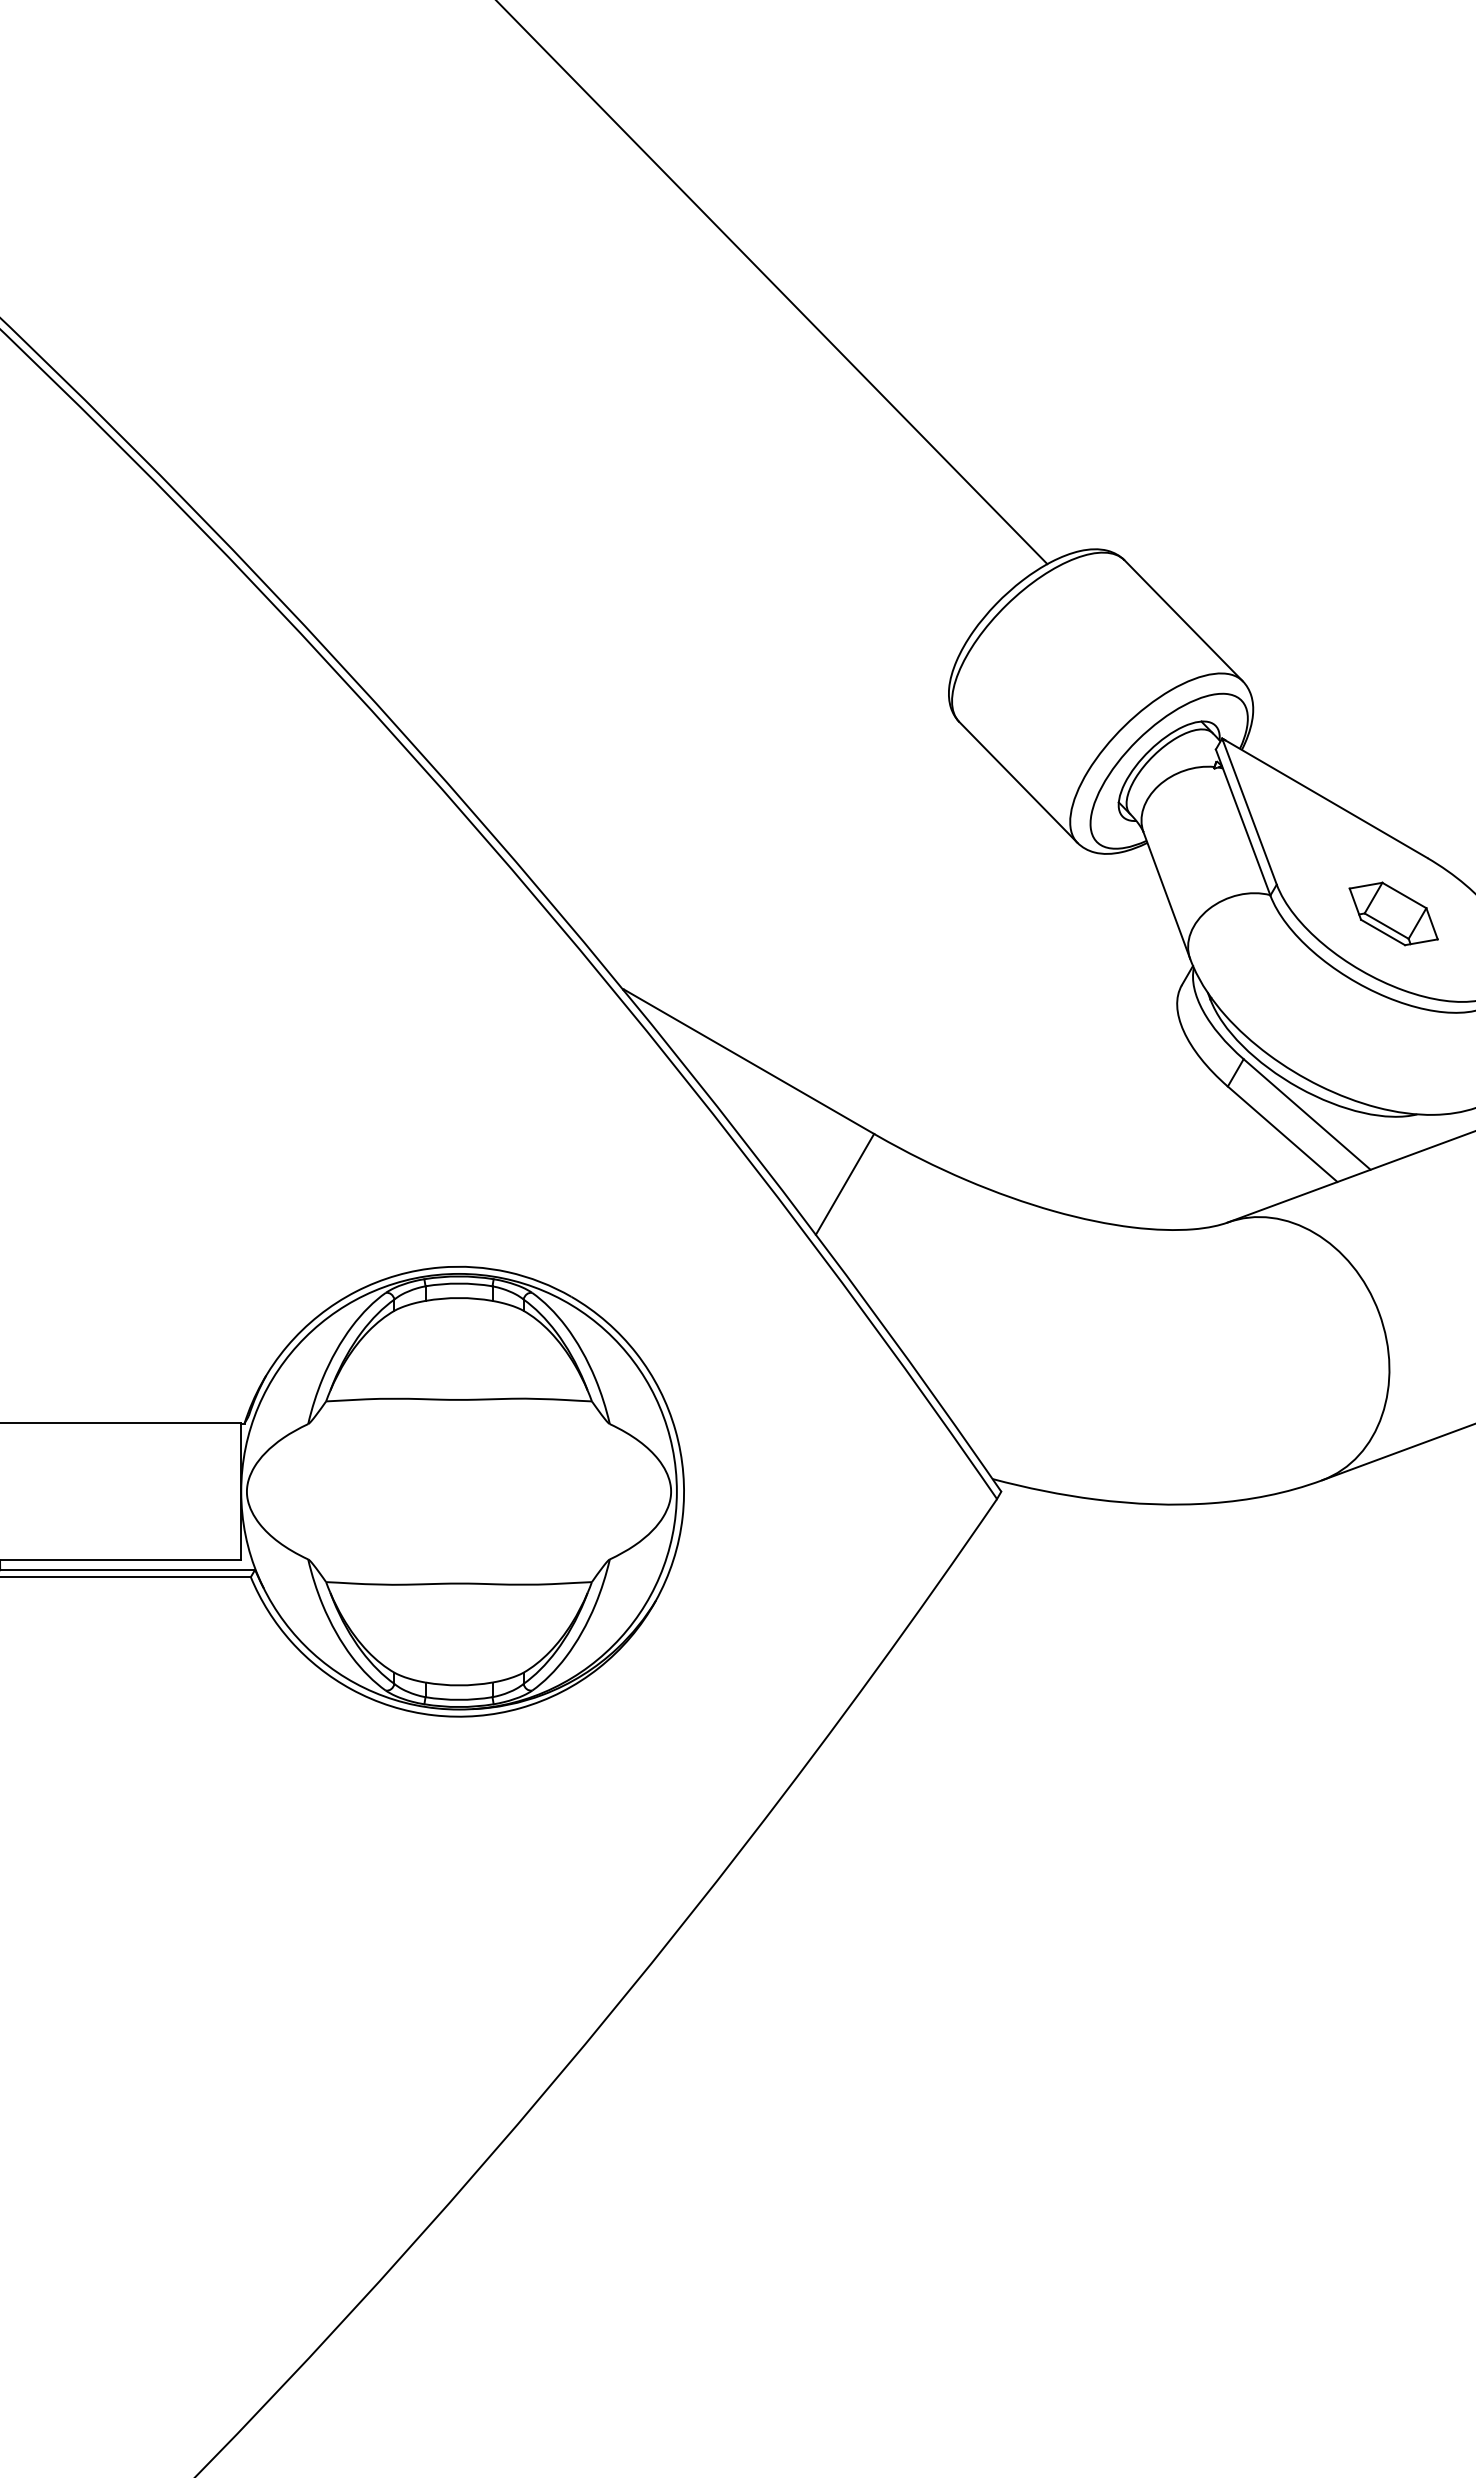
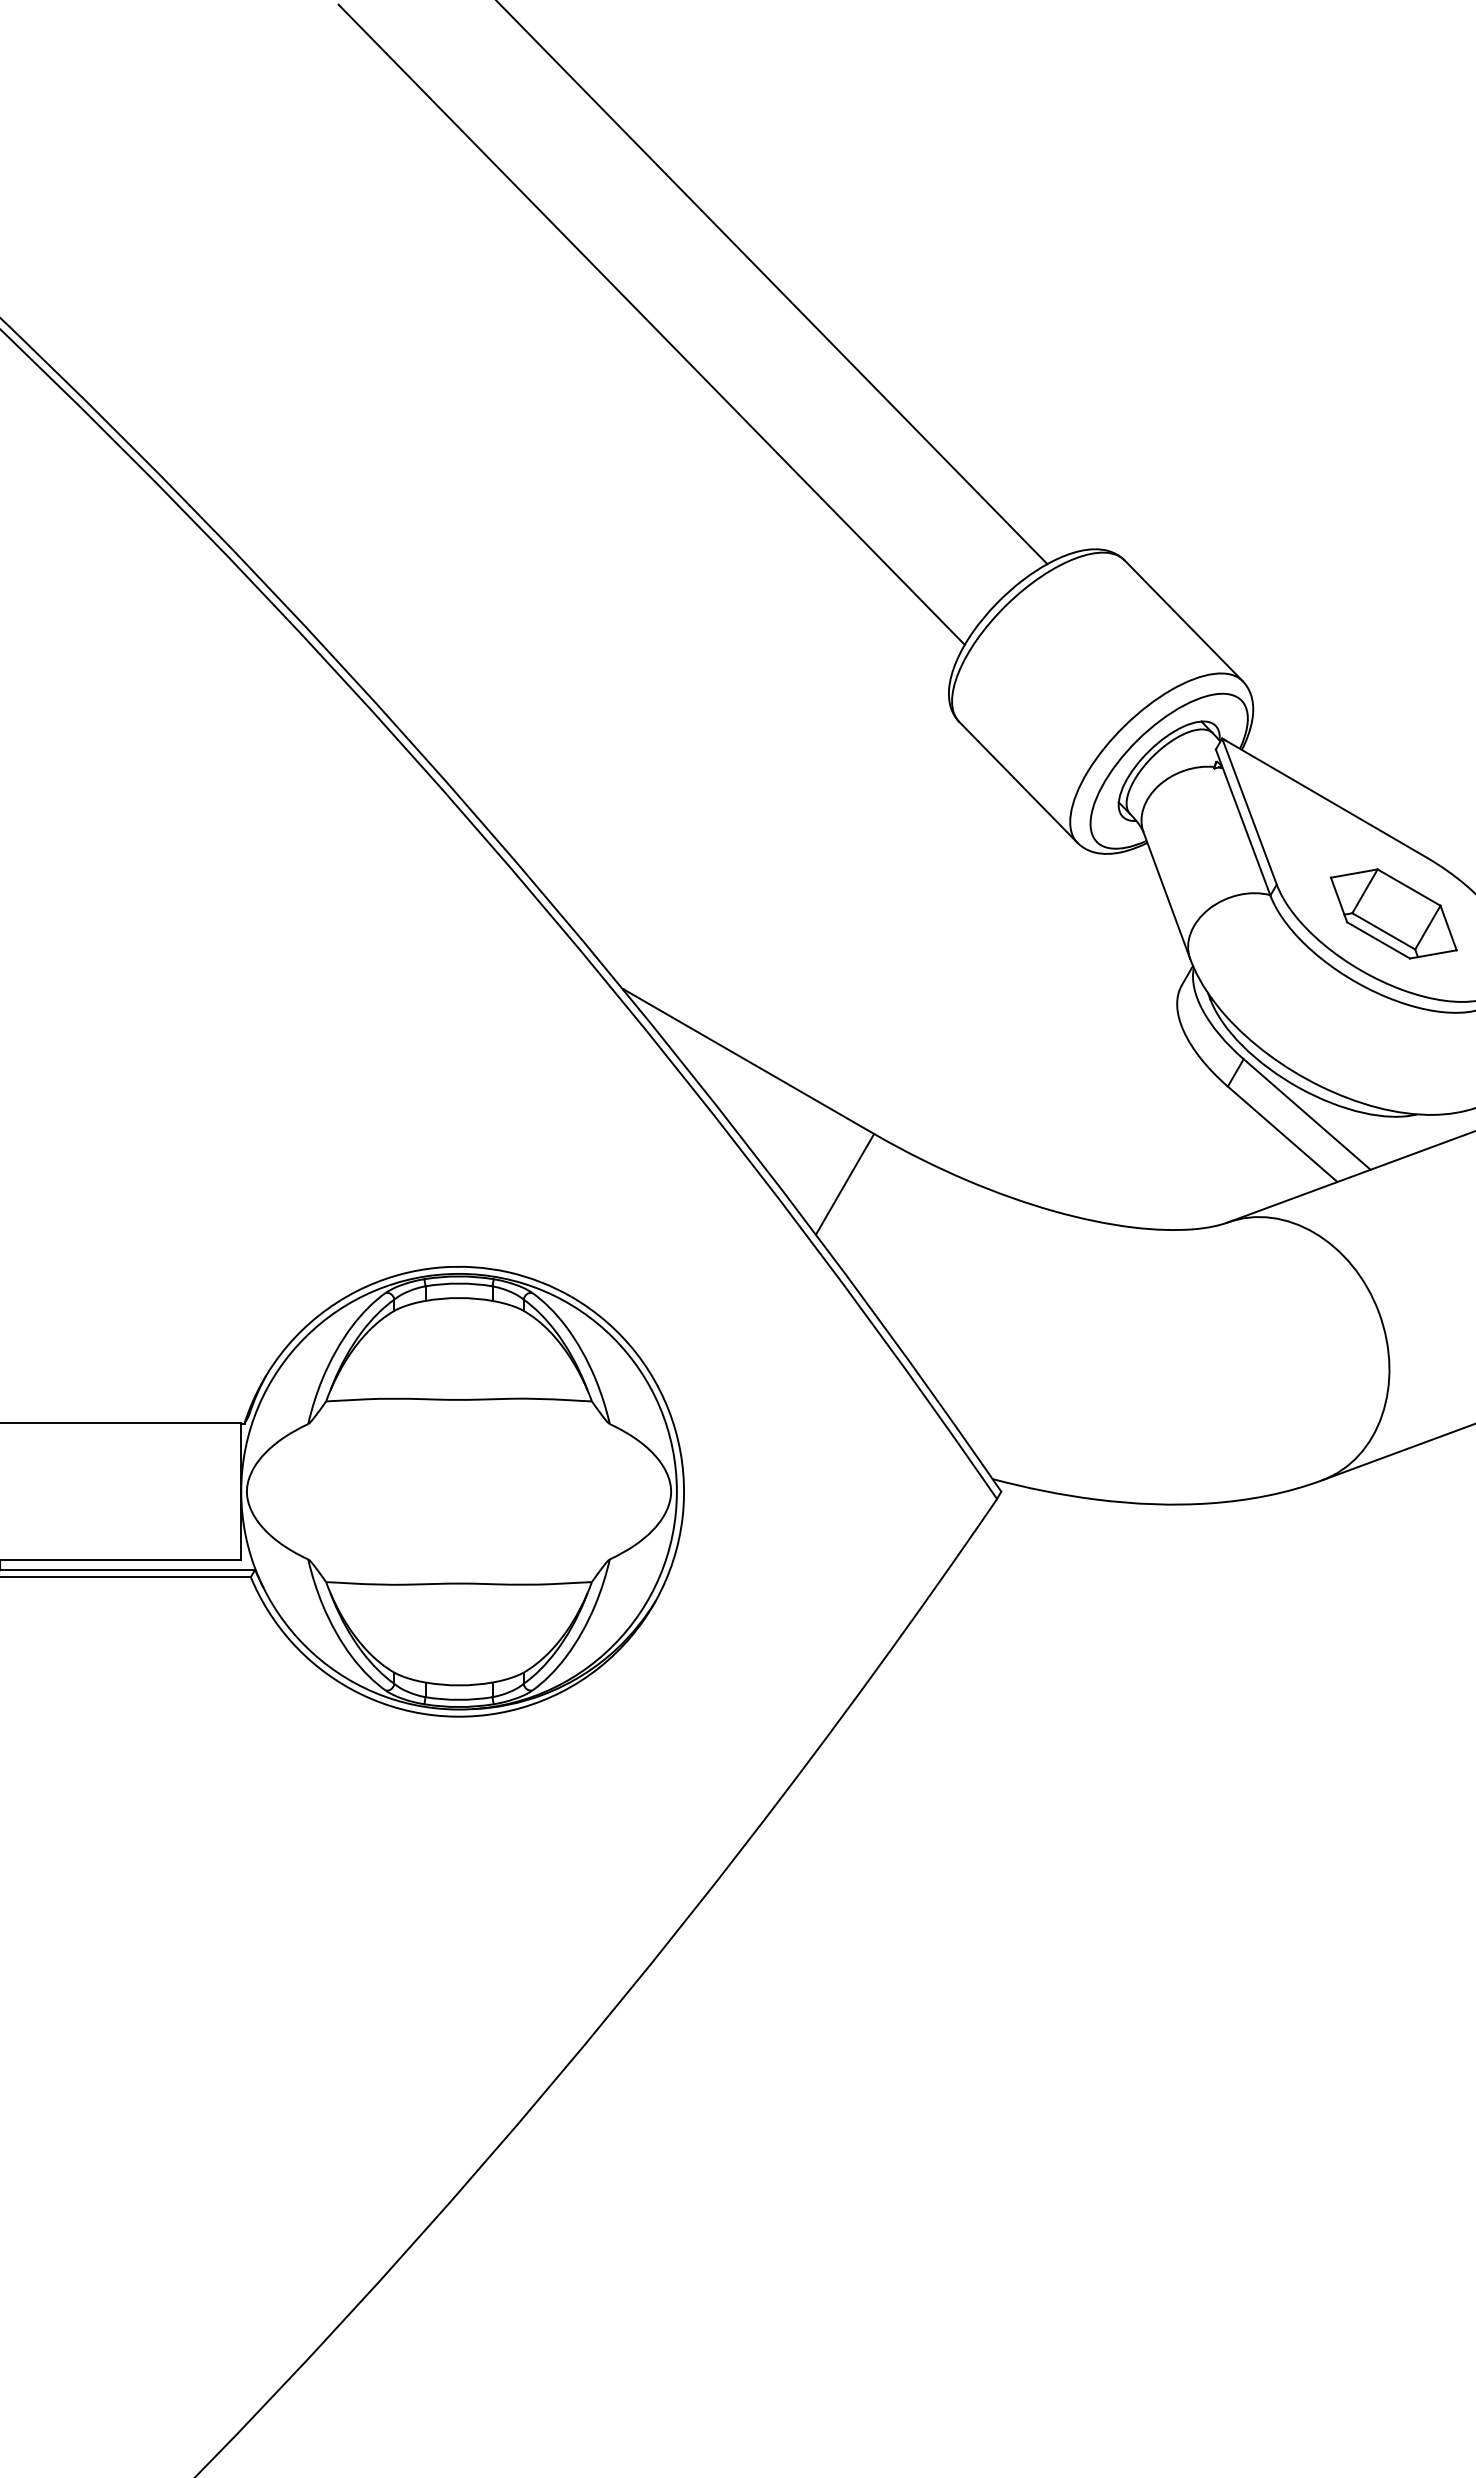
line at (651, 324): none -> present
part at (1393, 913) size: 91x66 px -> 129x92 px
